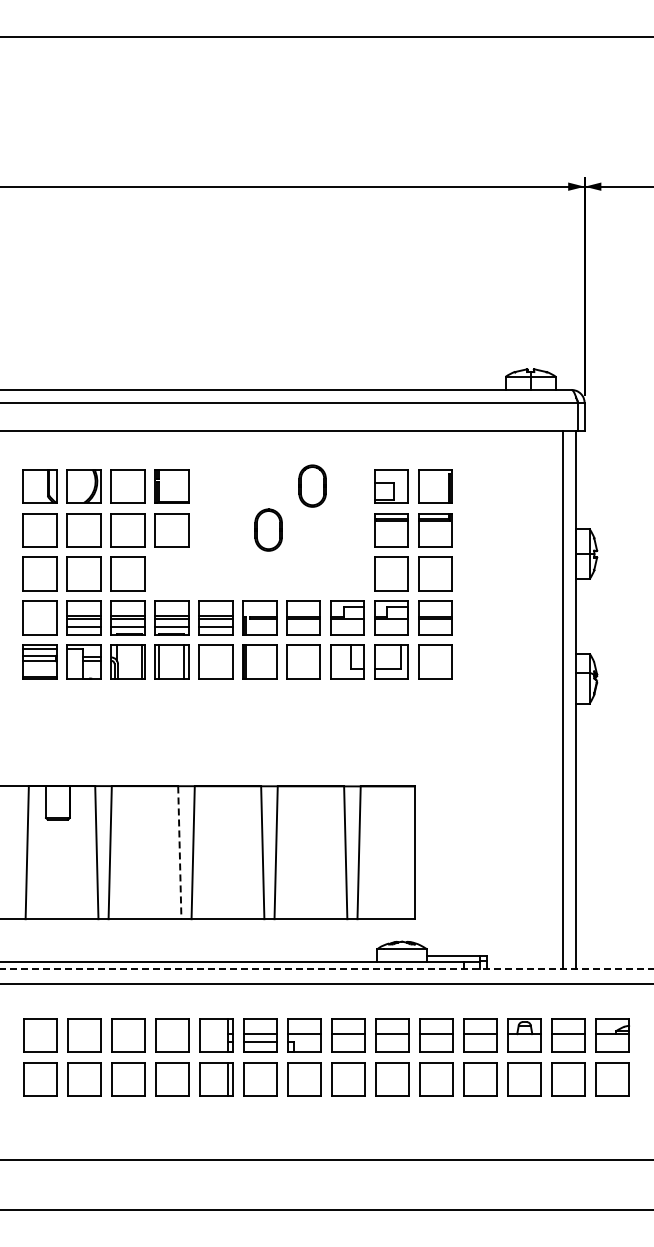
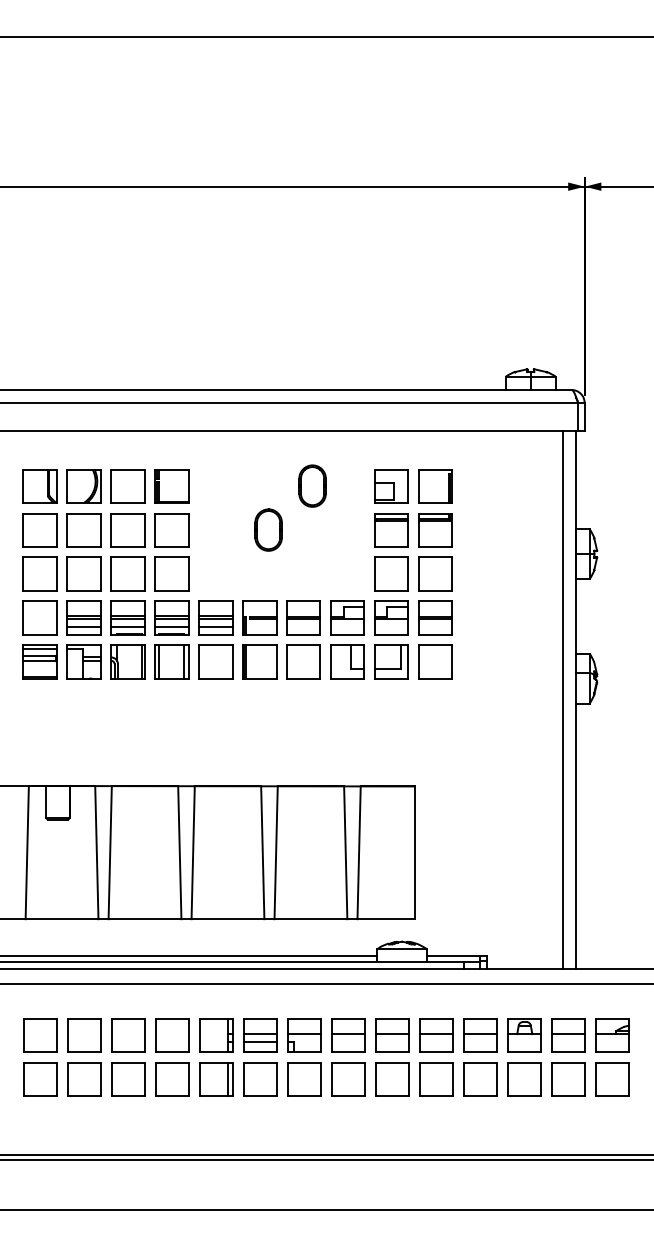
part at (171, 573): none -> present
line at (179, 853): dashed -> solid
line at (189, 955): none -> present
line at (327, 968): dashed -> solid
line at (326, 1154): none -> present
